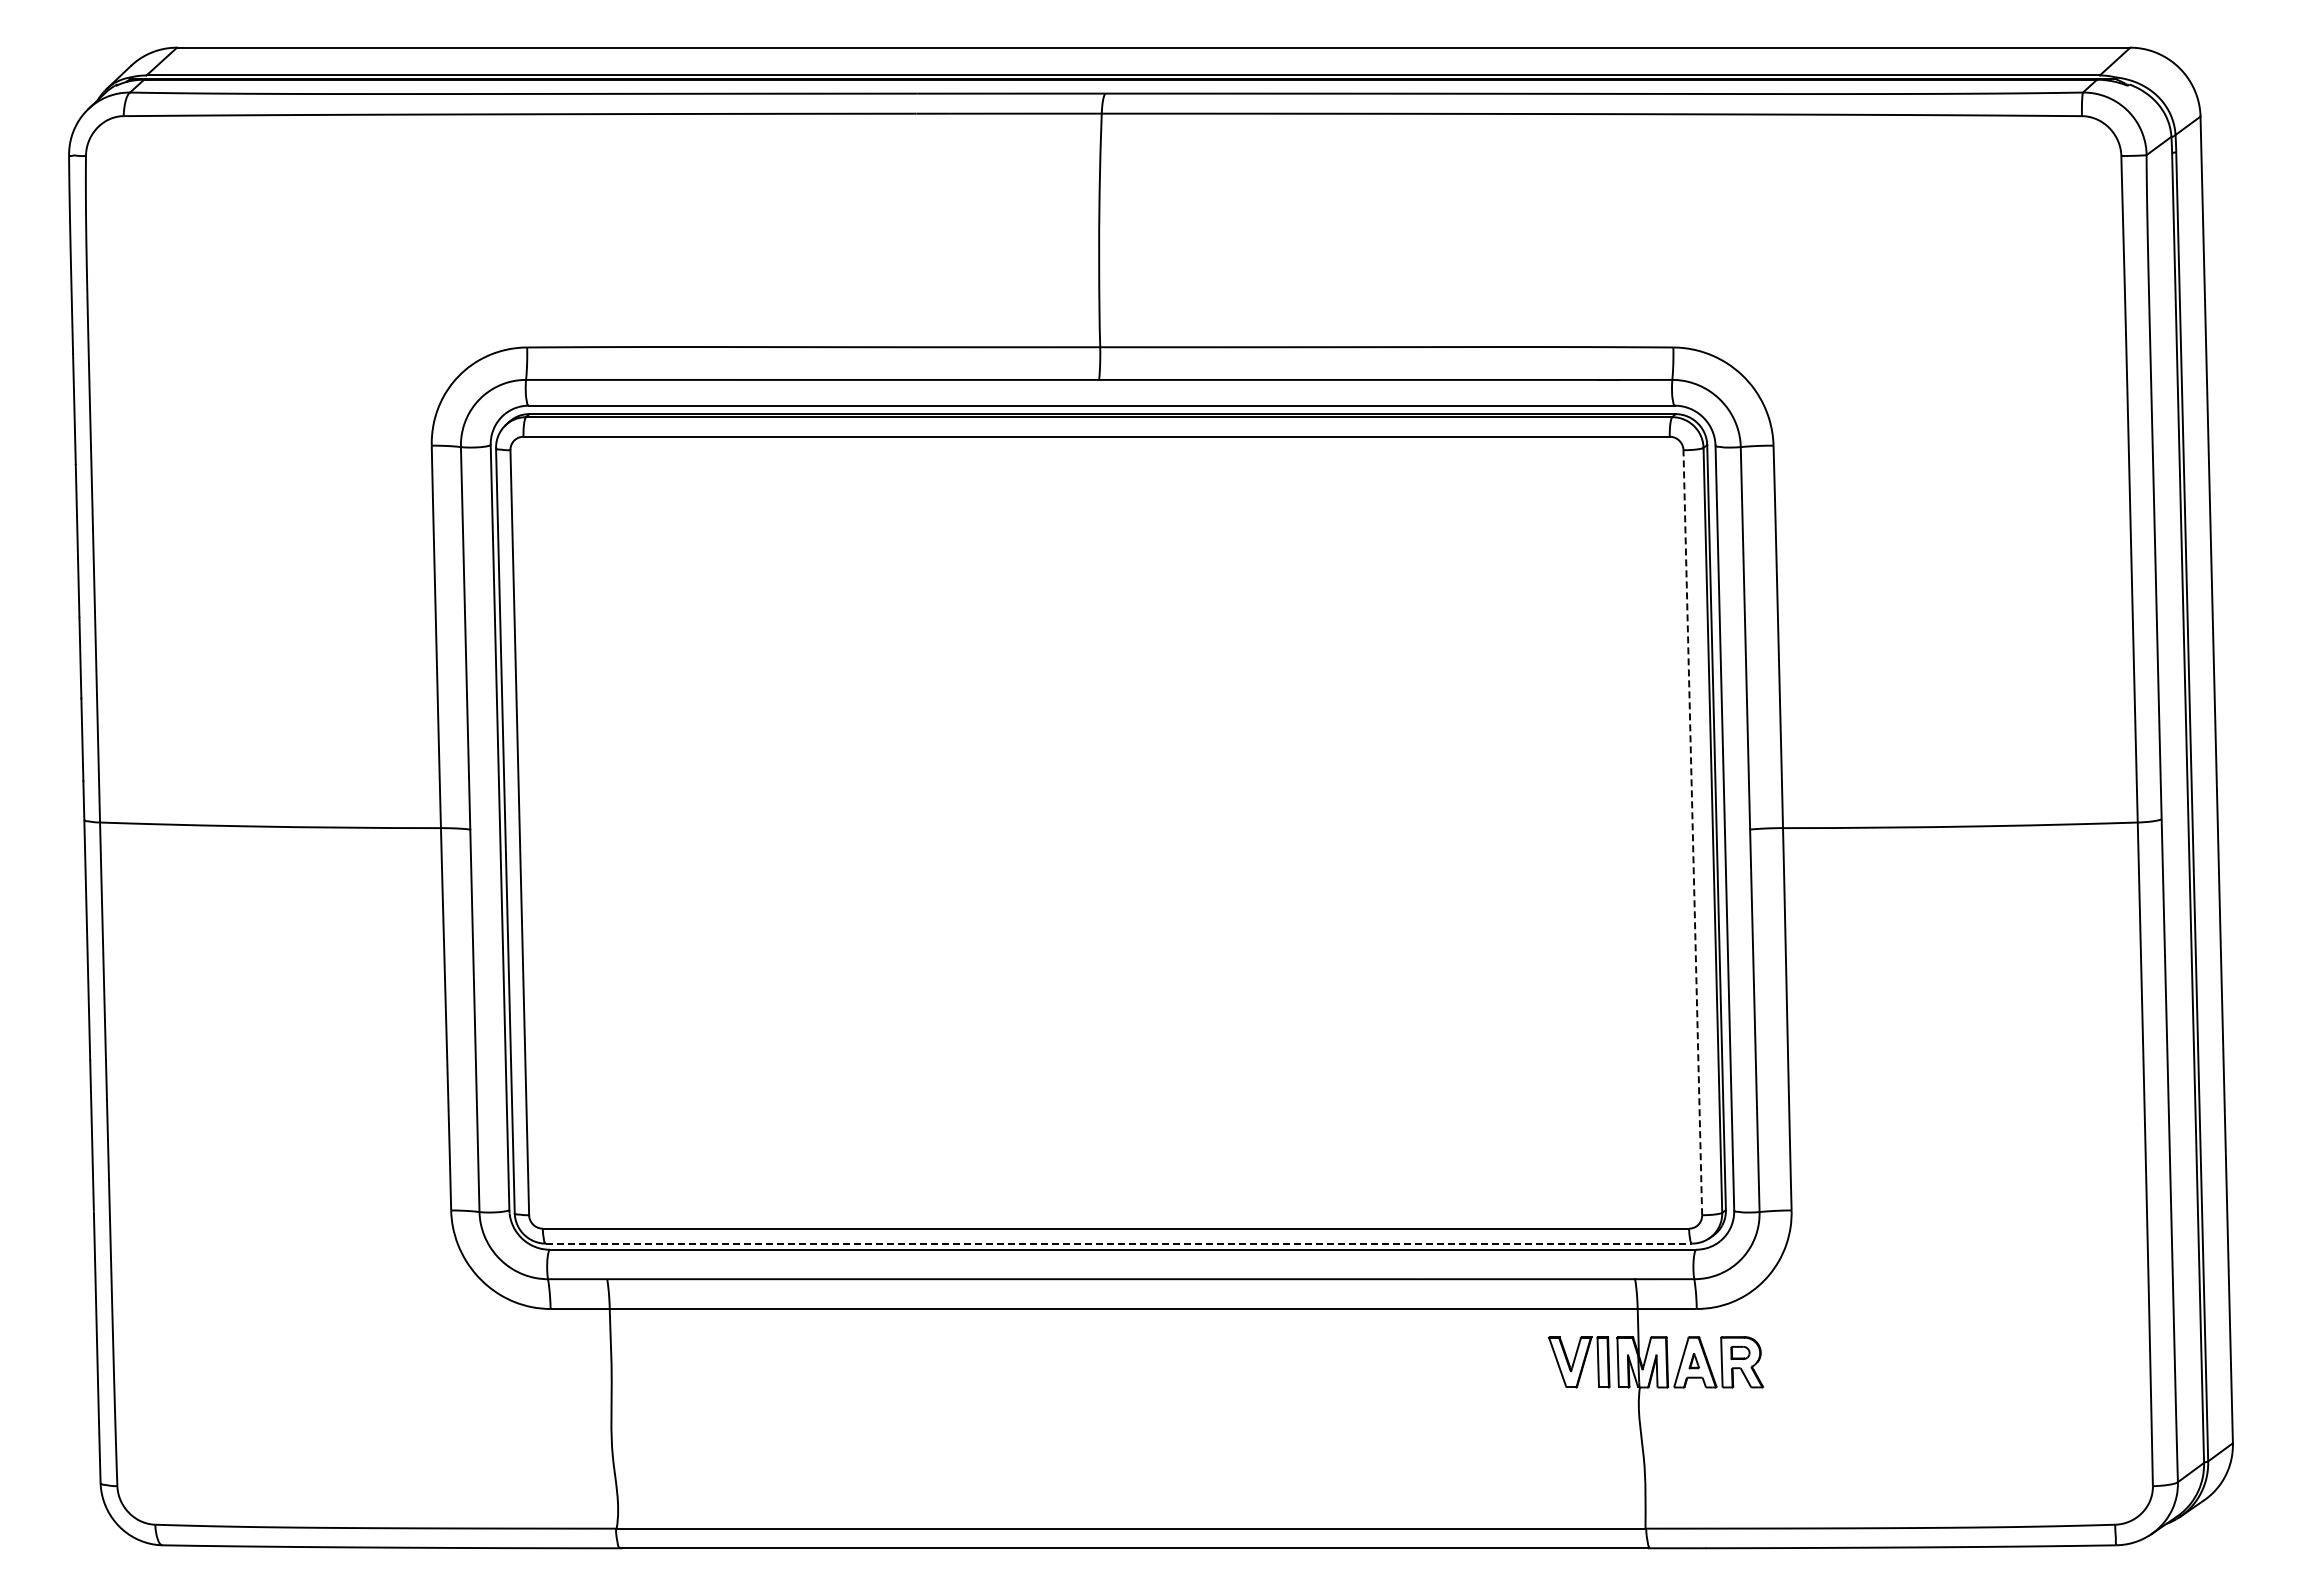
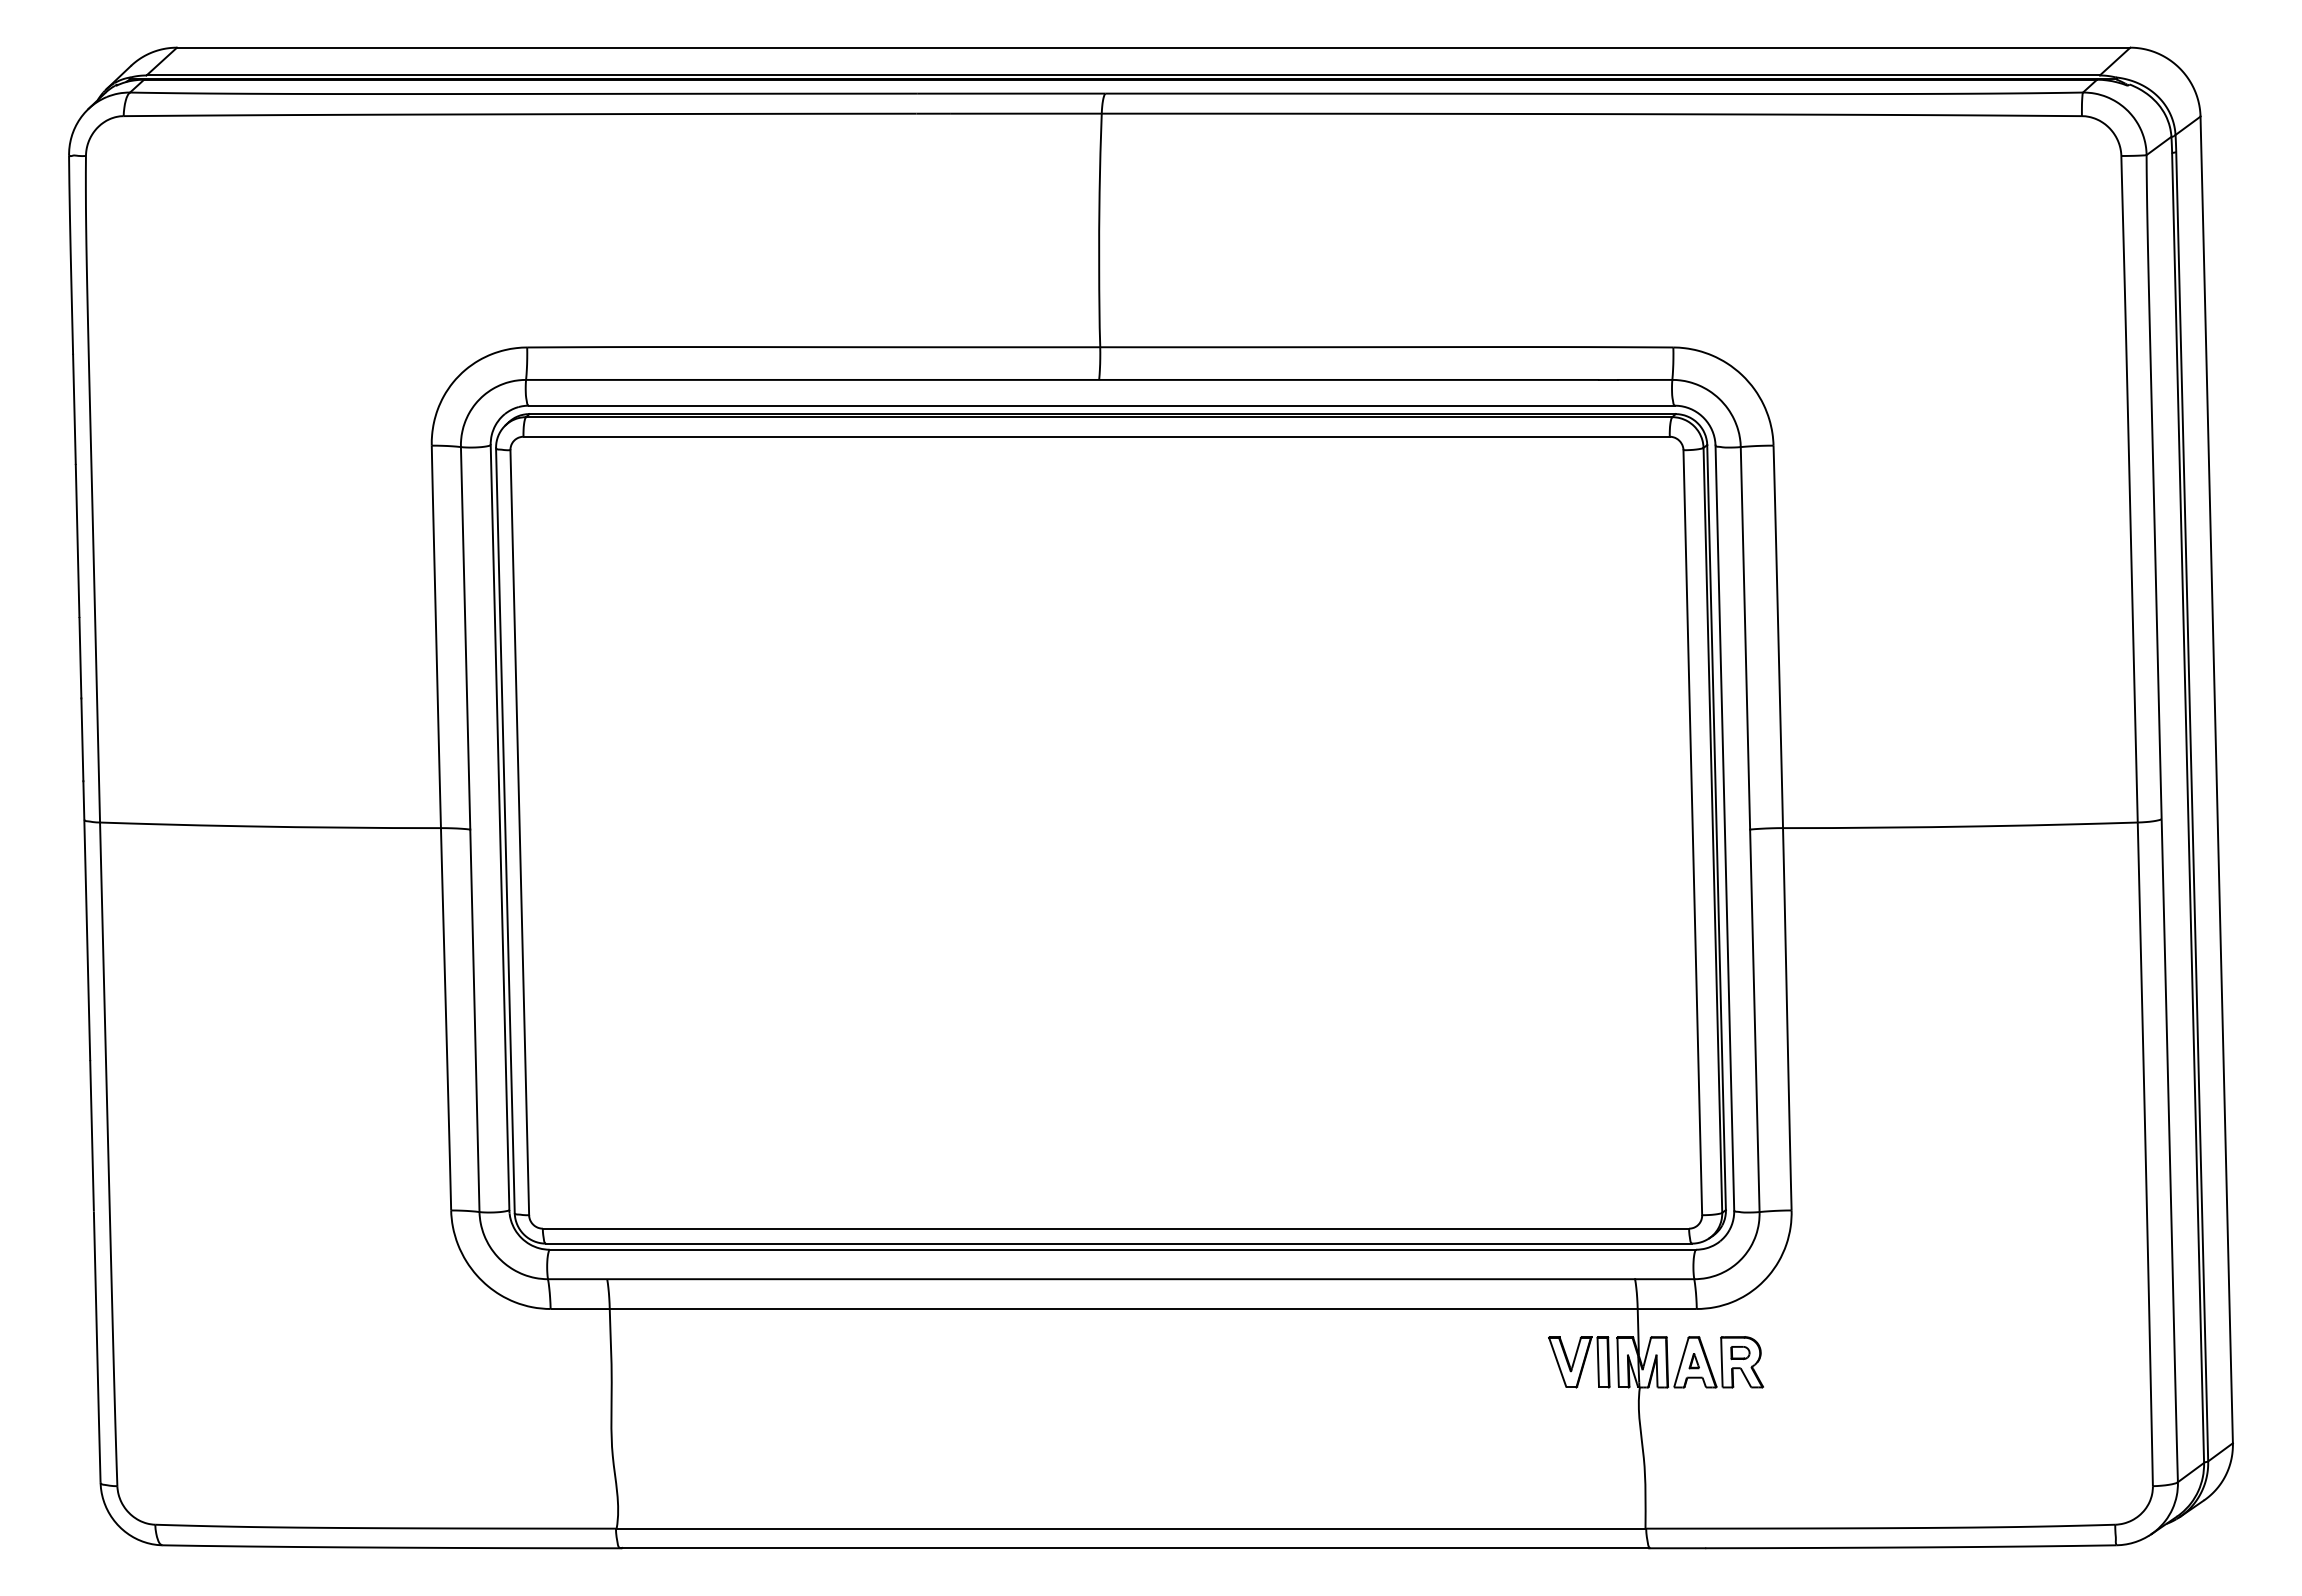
line at (1692, 832): dashed -> solid
line at (1119, 1243): dashed -> solid
